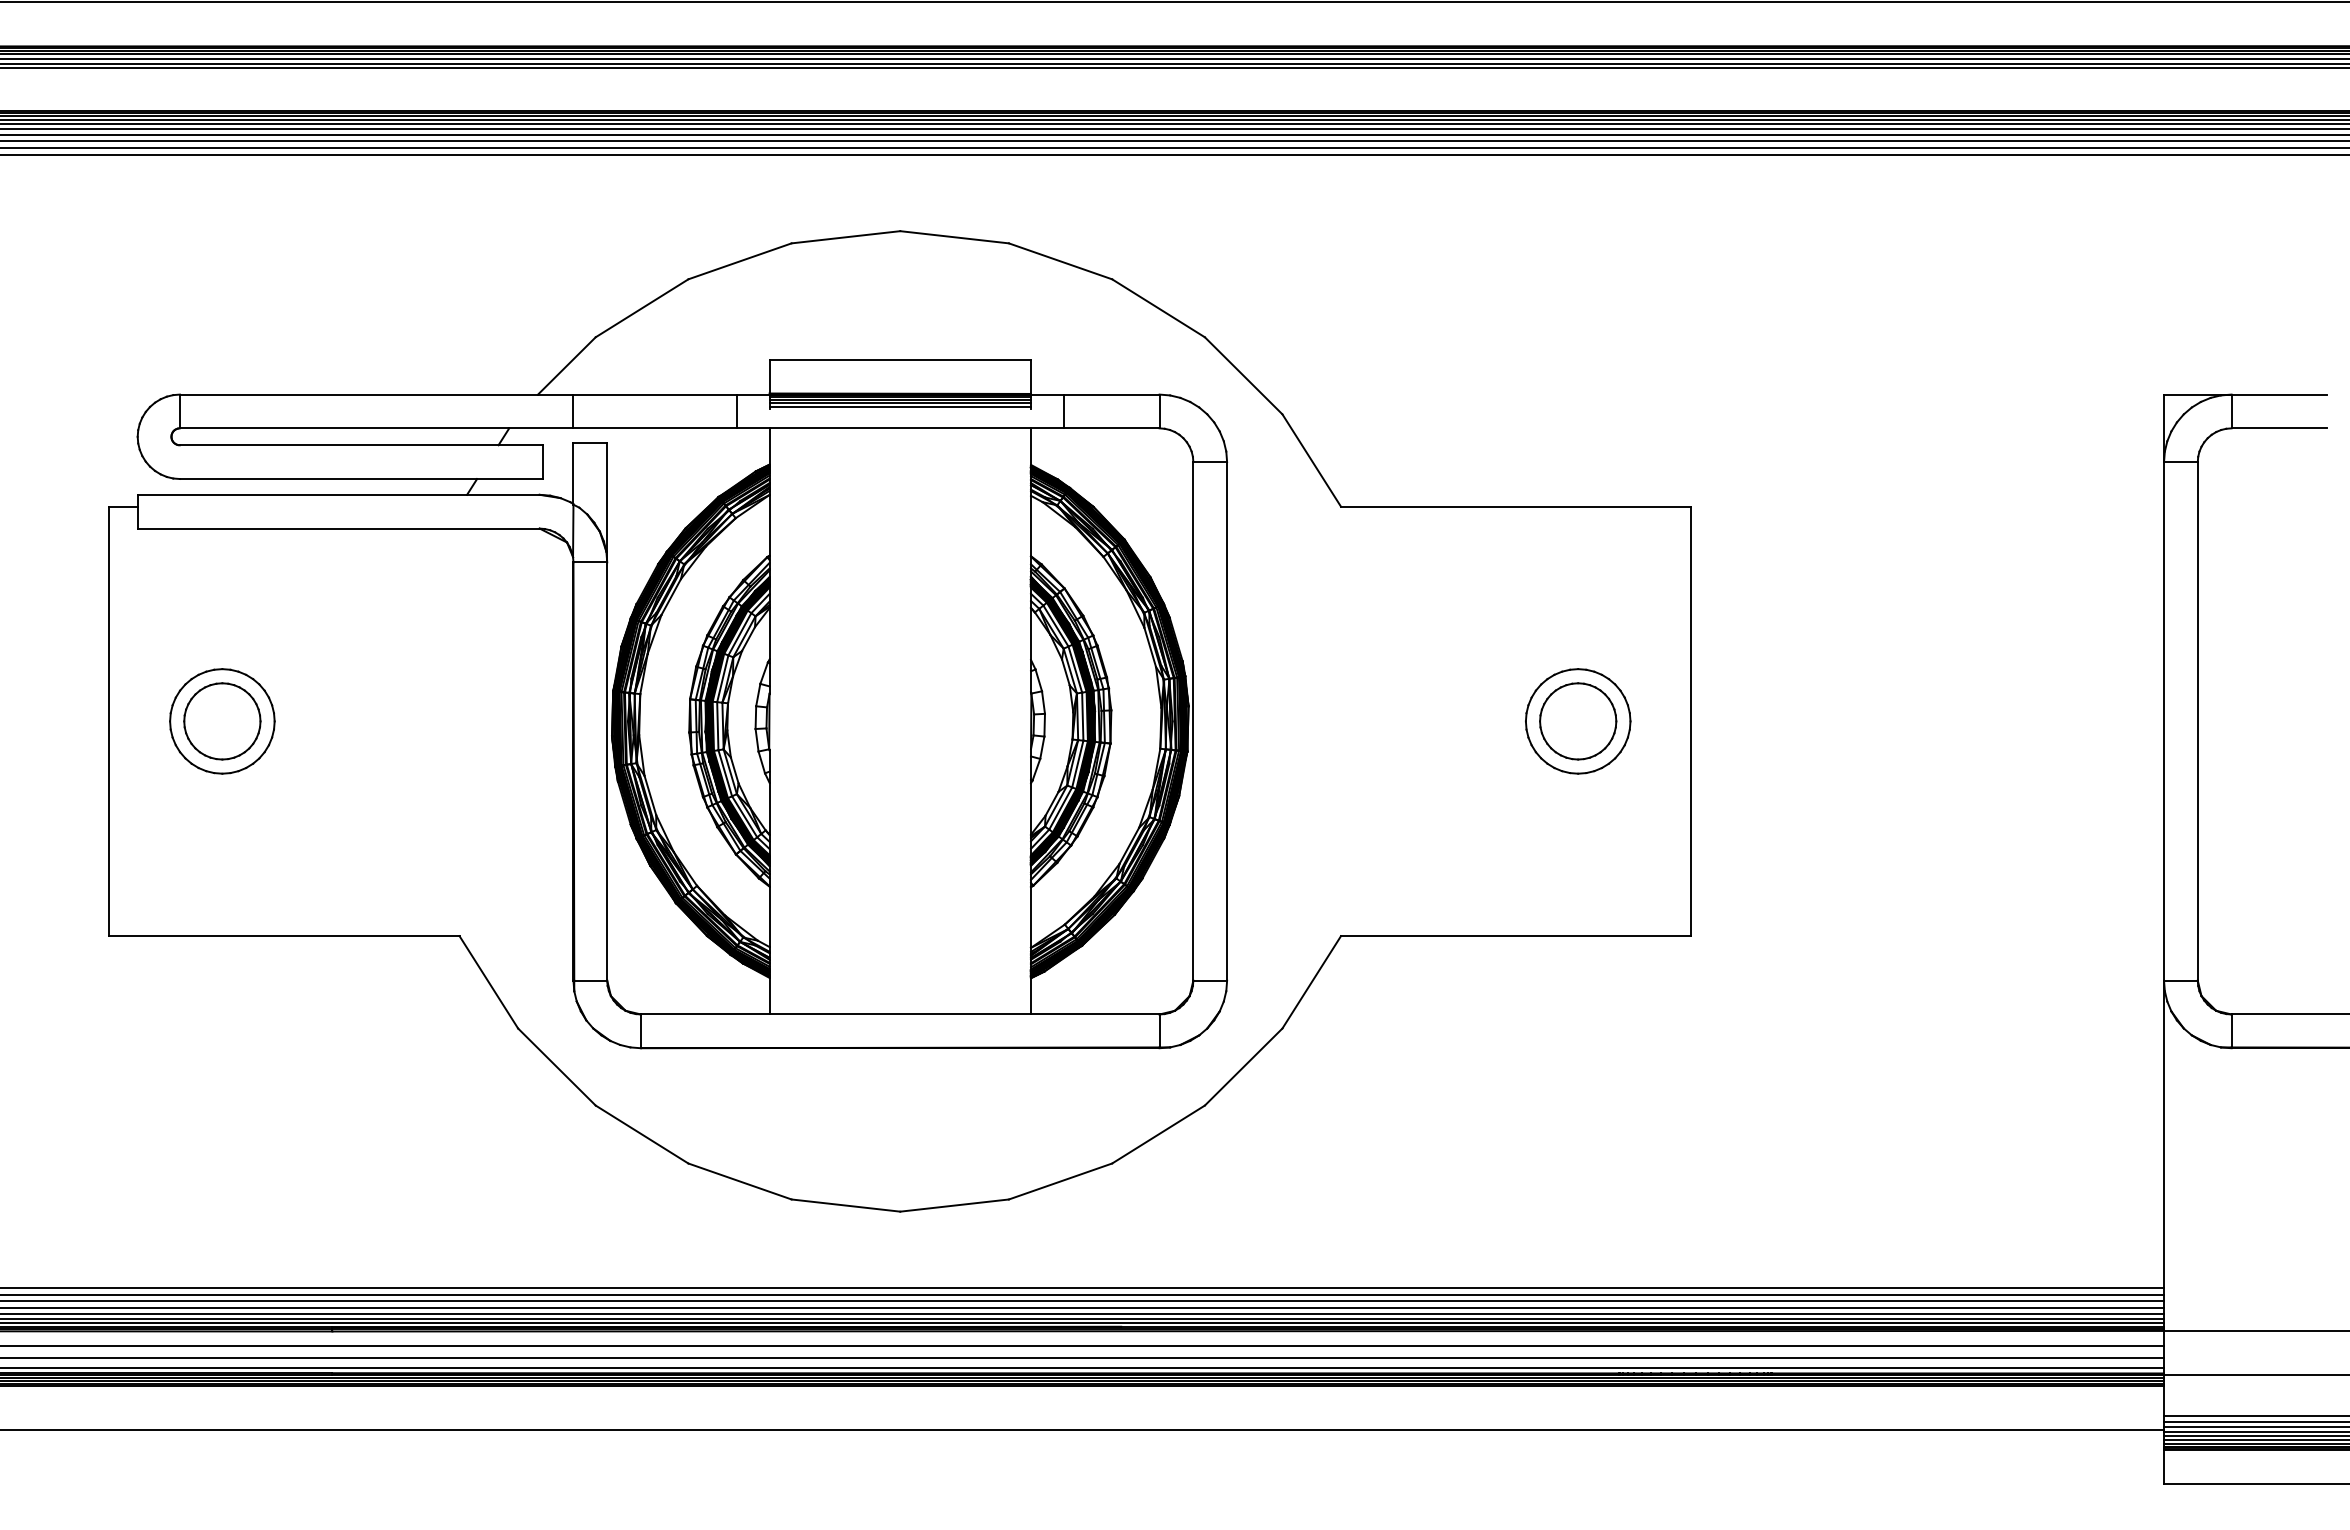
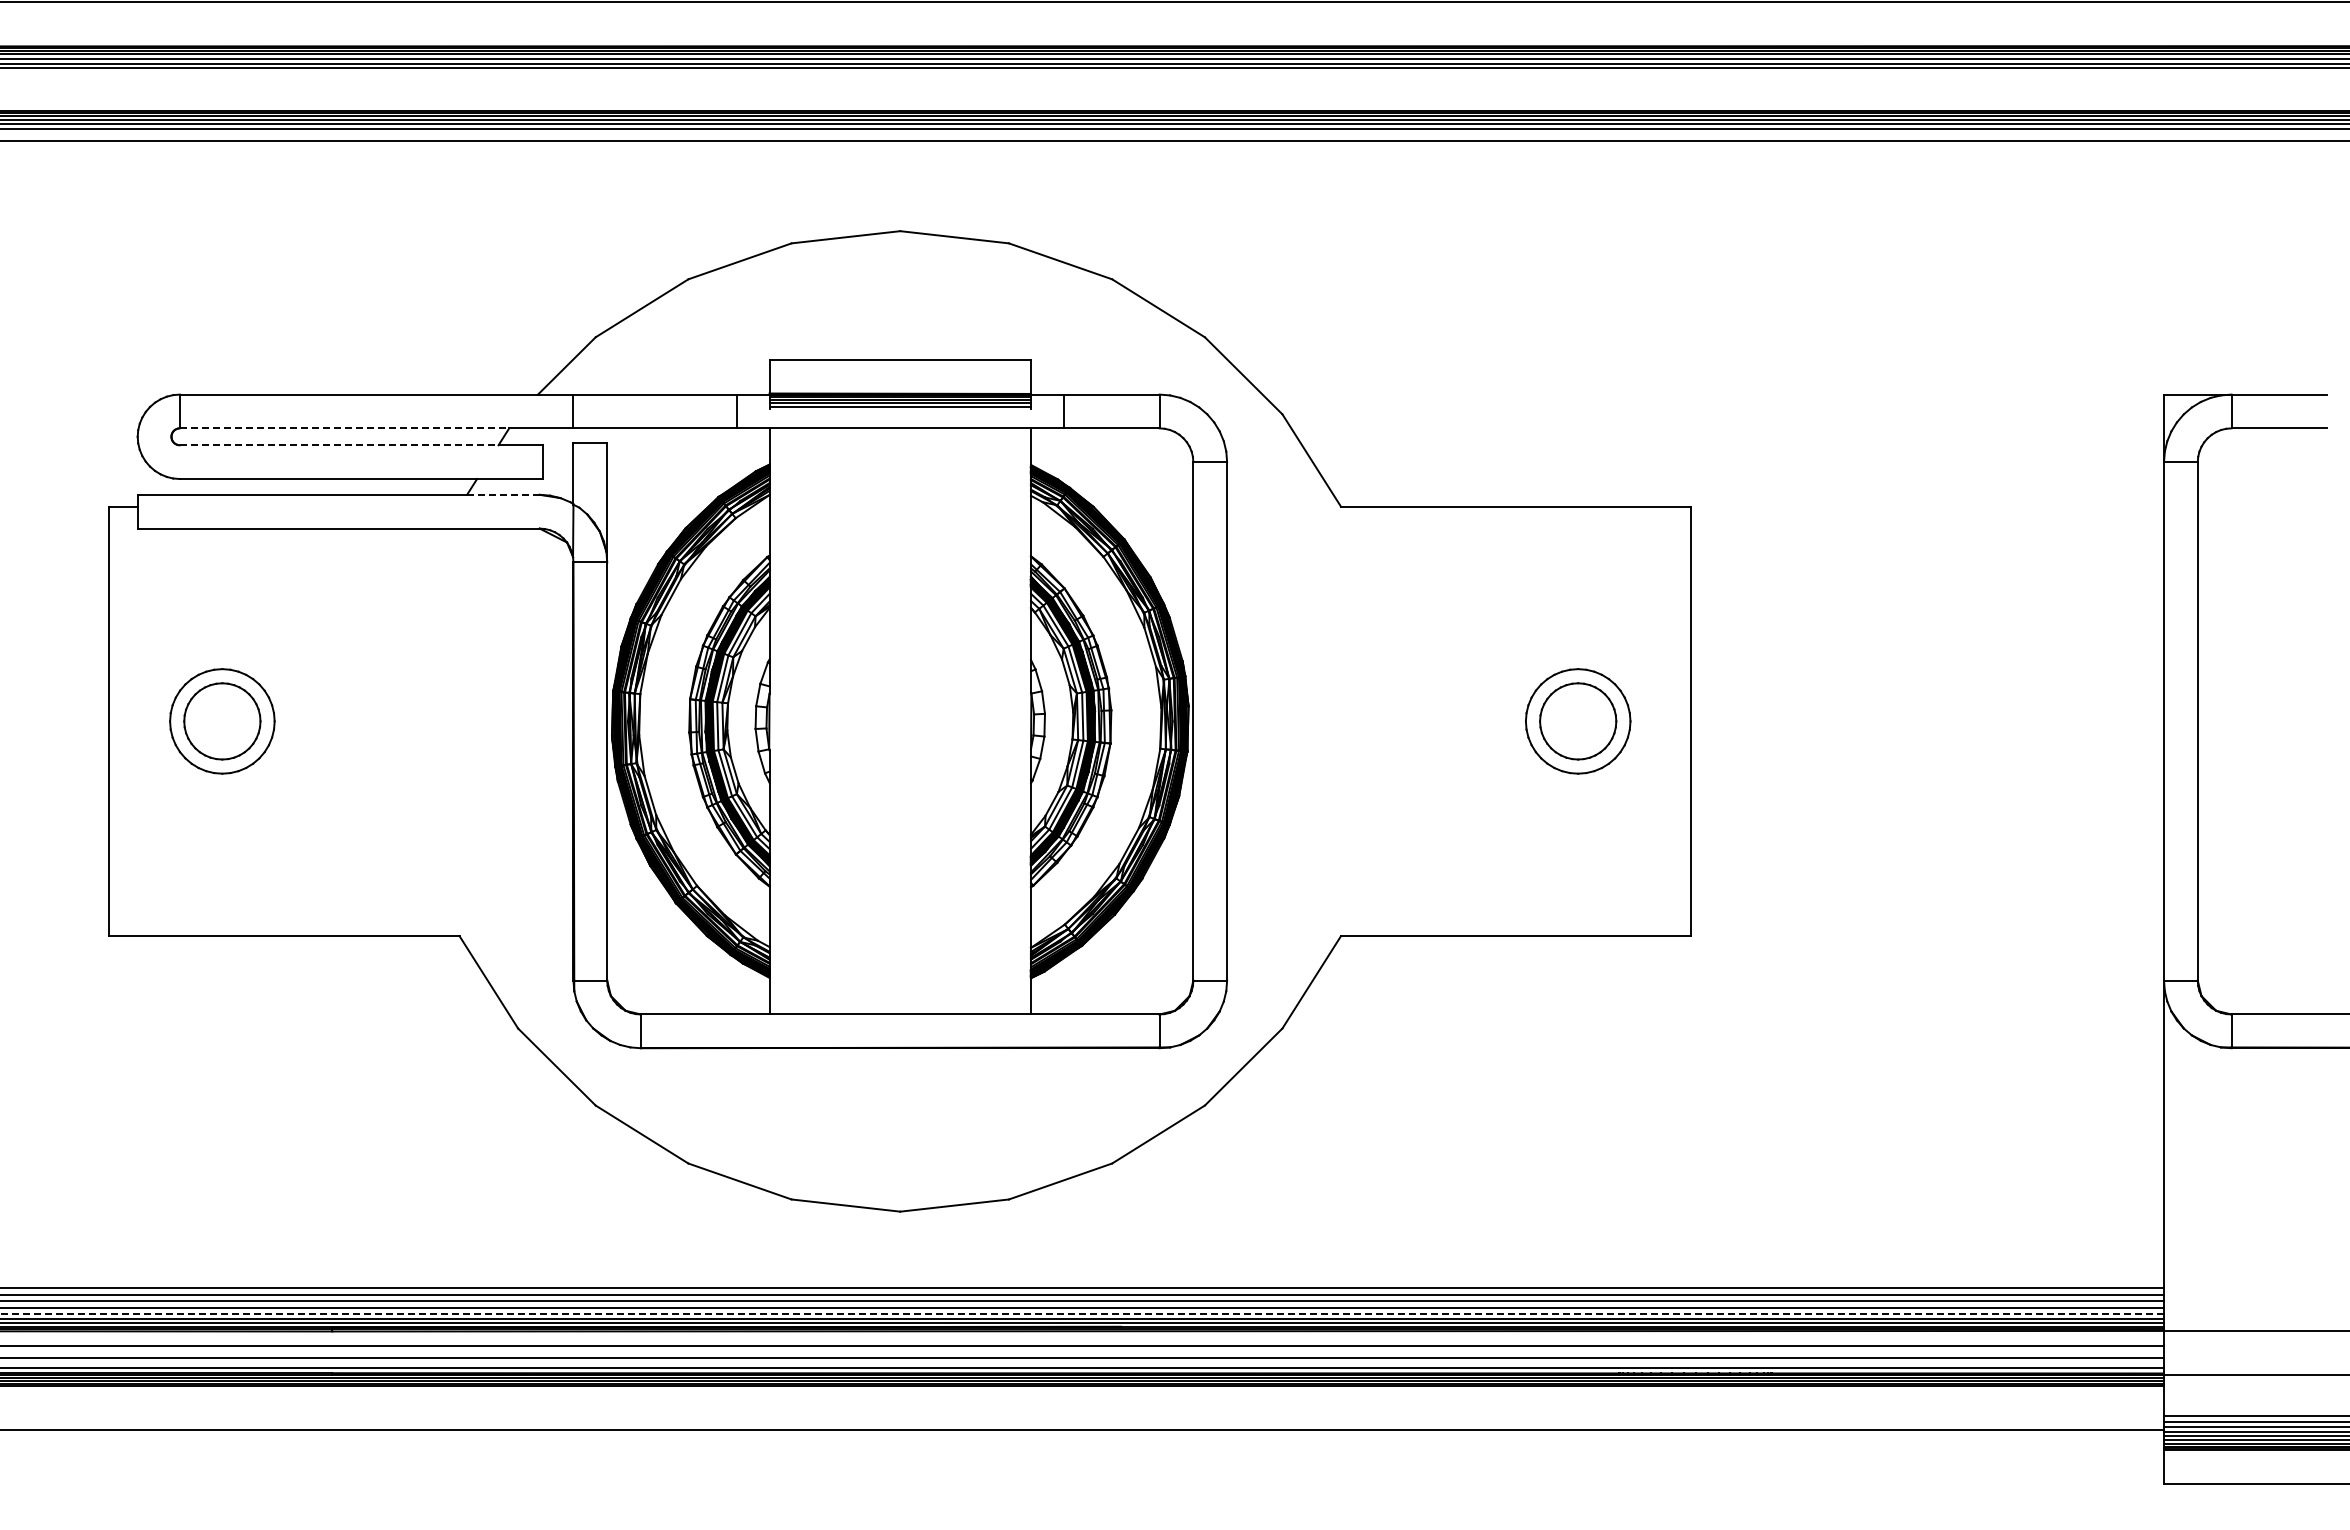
line at (1174, 135): present -> none
line at (1174, 148): present -> none
line at (1174, 154): present -> none
line at (344, 428): solid -> dashed
line at (339, 445): solid -> dashed
line at (502, 494): solid -> dashed
line at (1082, 1313): solid -> dashed
